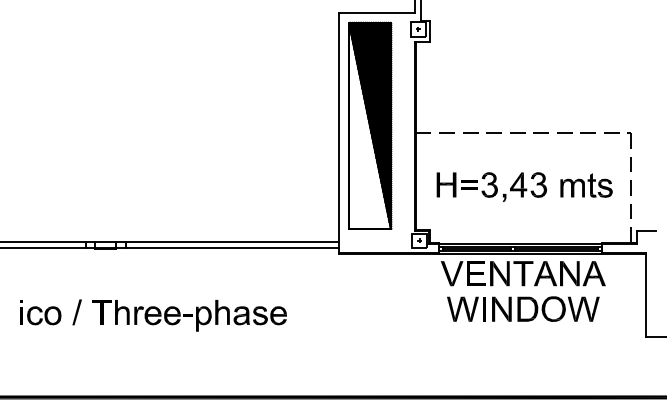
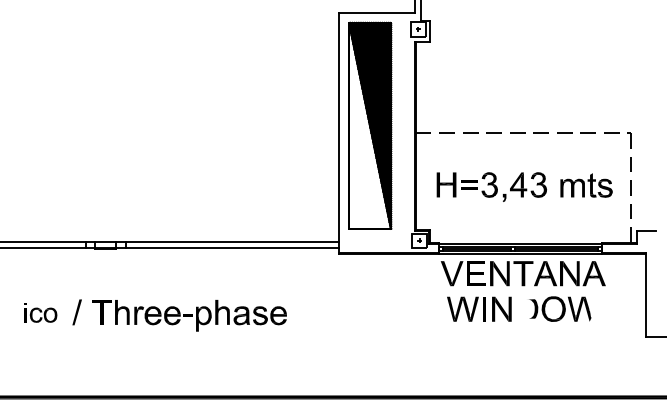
fill at (525, 308): present -> none
fill at (594, 308): present -> none
part at (40, 312) size: 42x26 px -> 34x20 px
